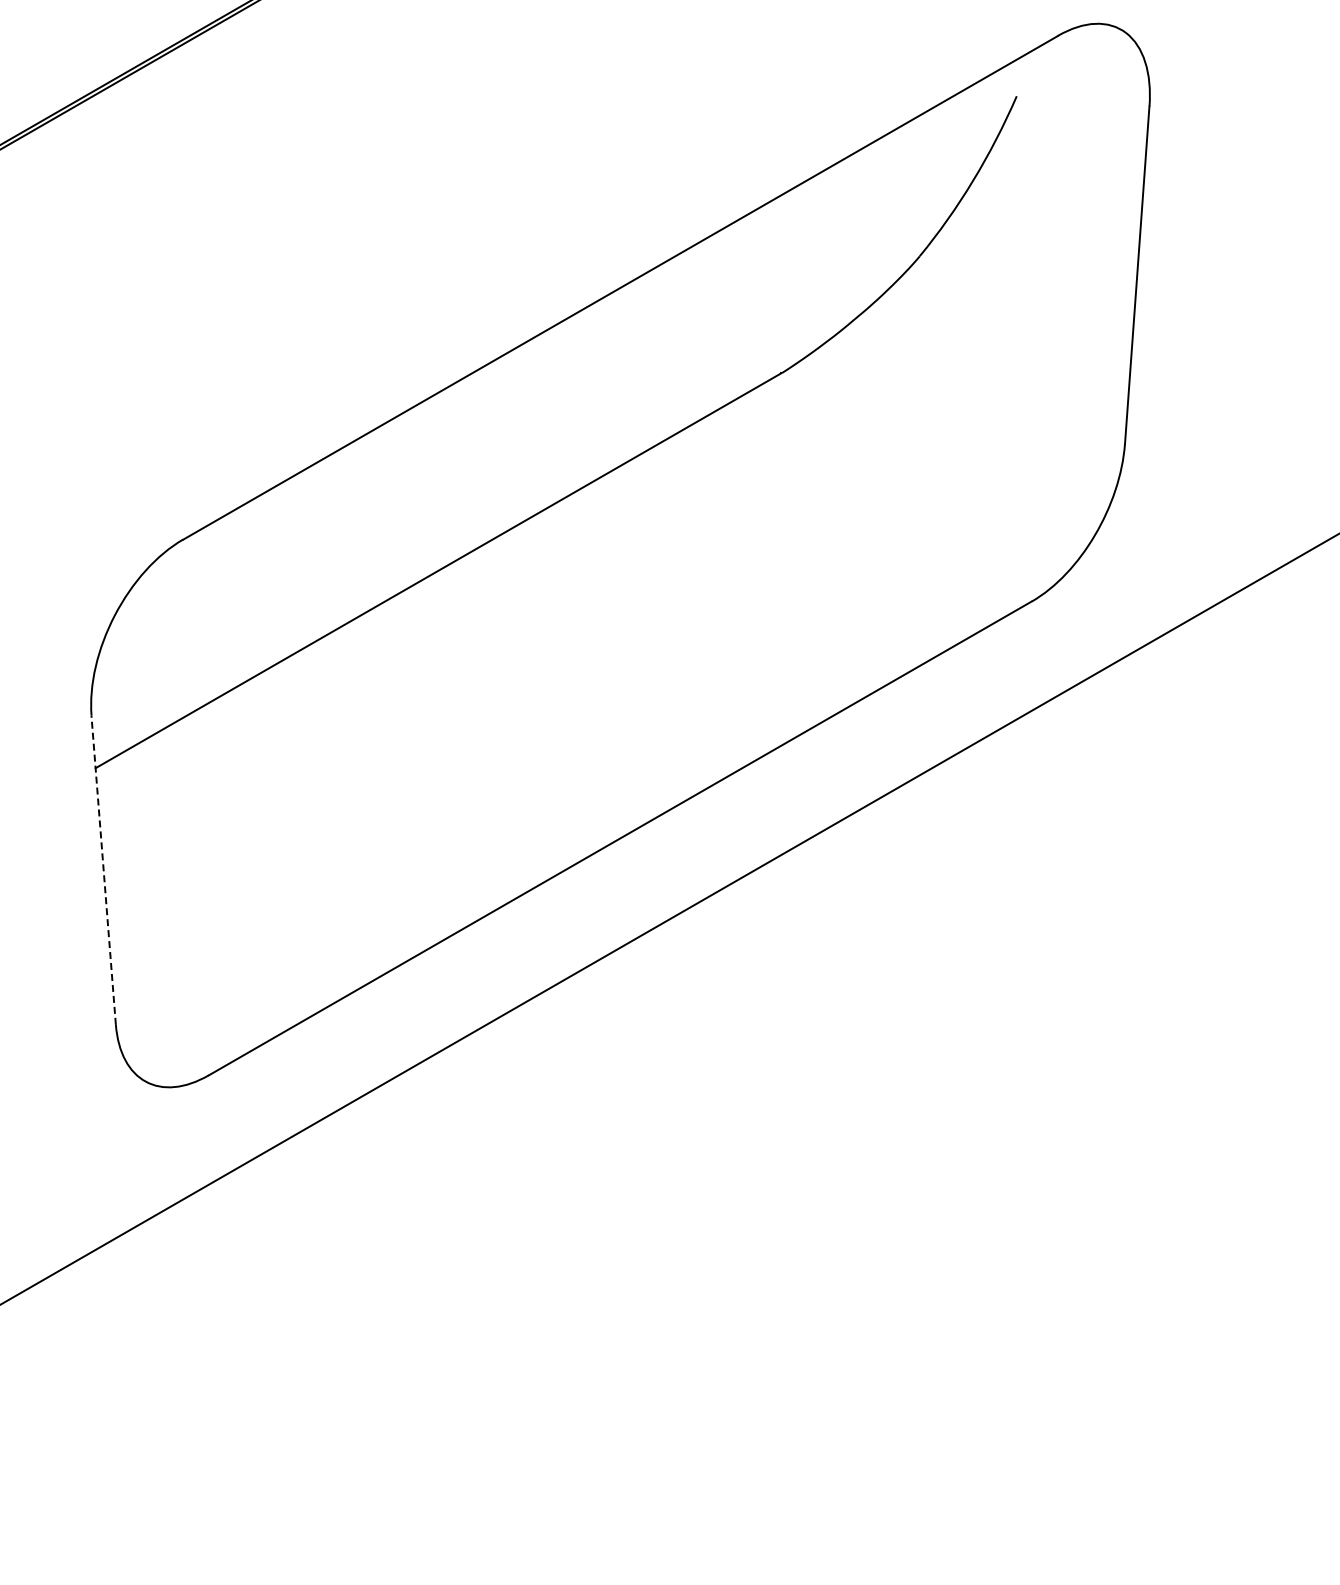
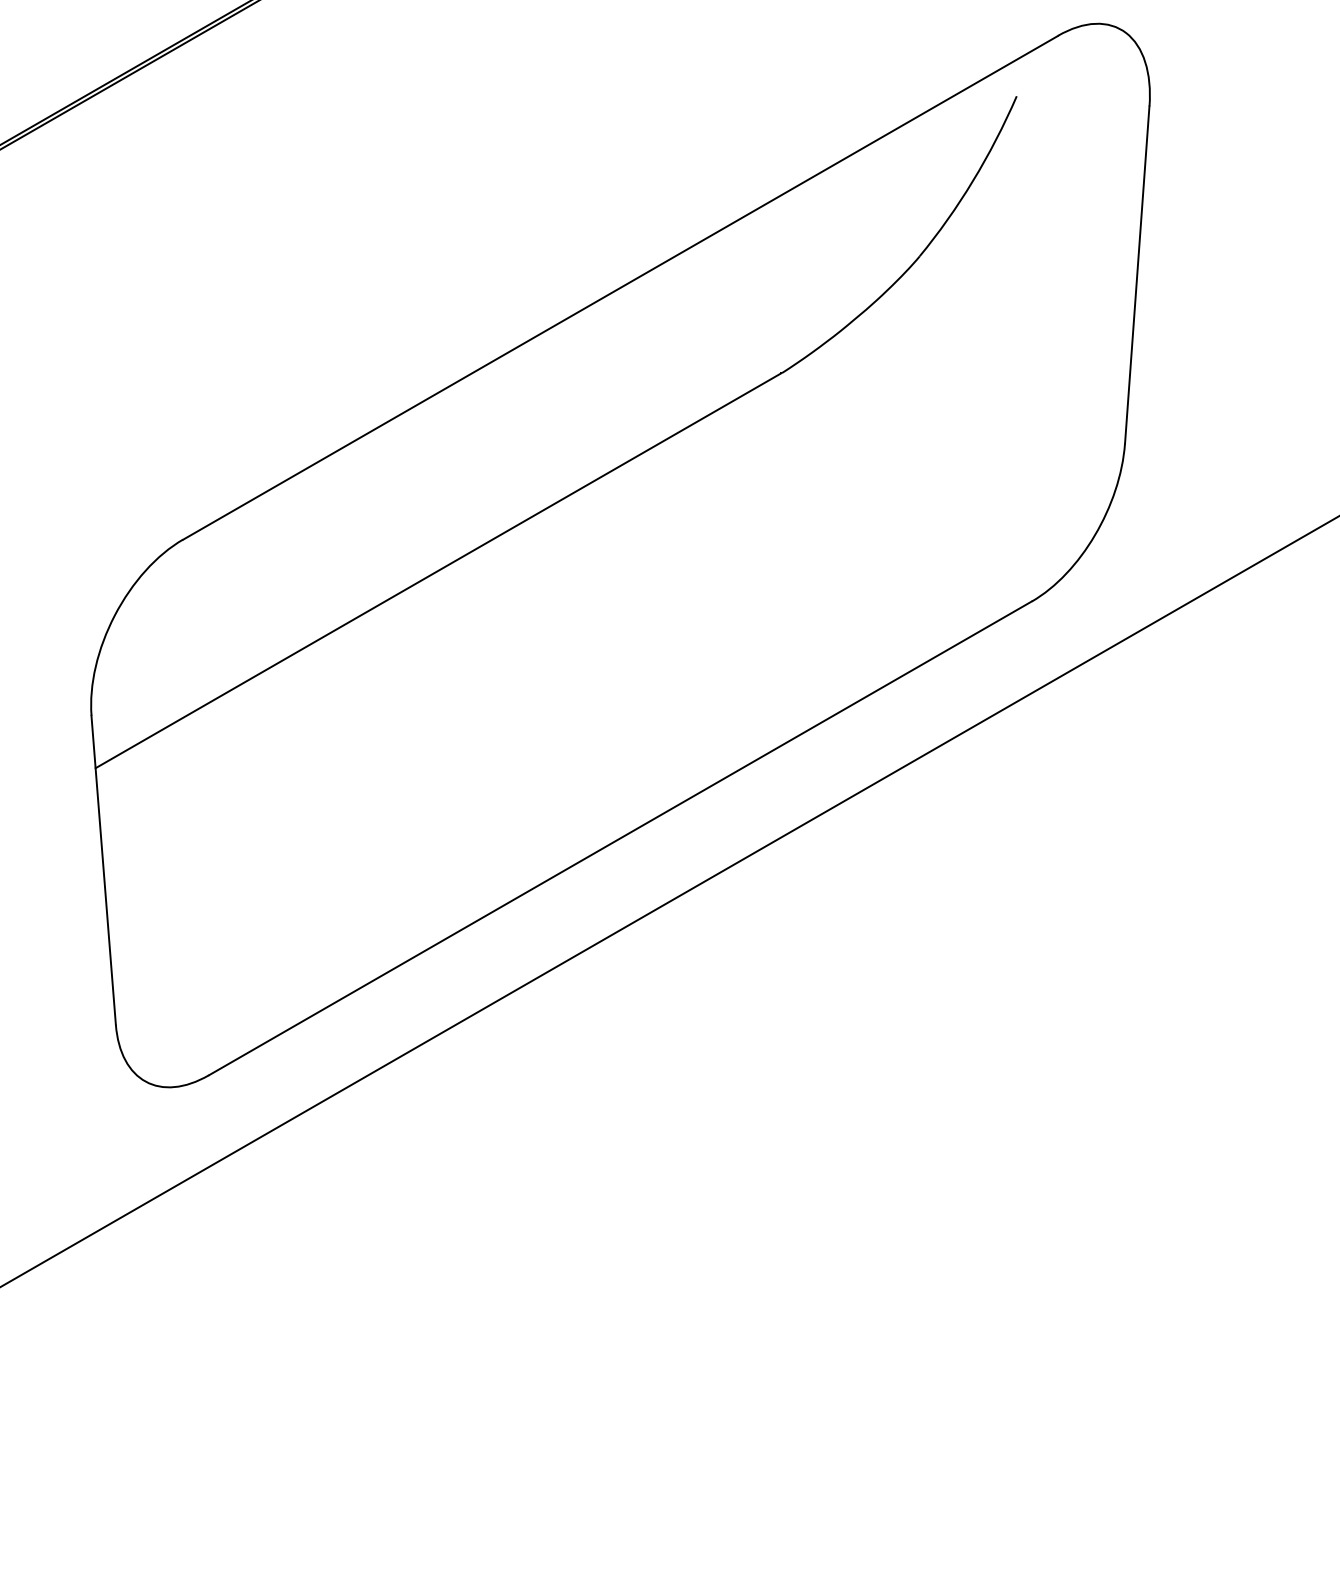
line at (103, 869): dashed -> solid
line at (669, 919) position: (669, 919) -> (669, 901)
